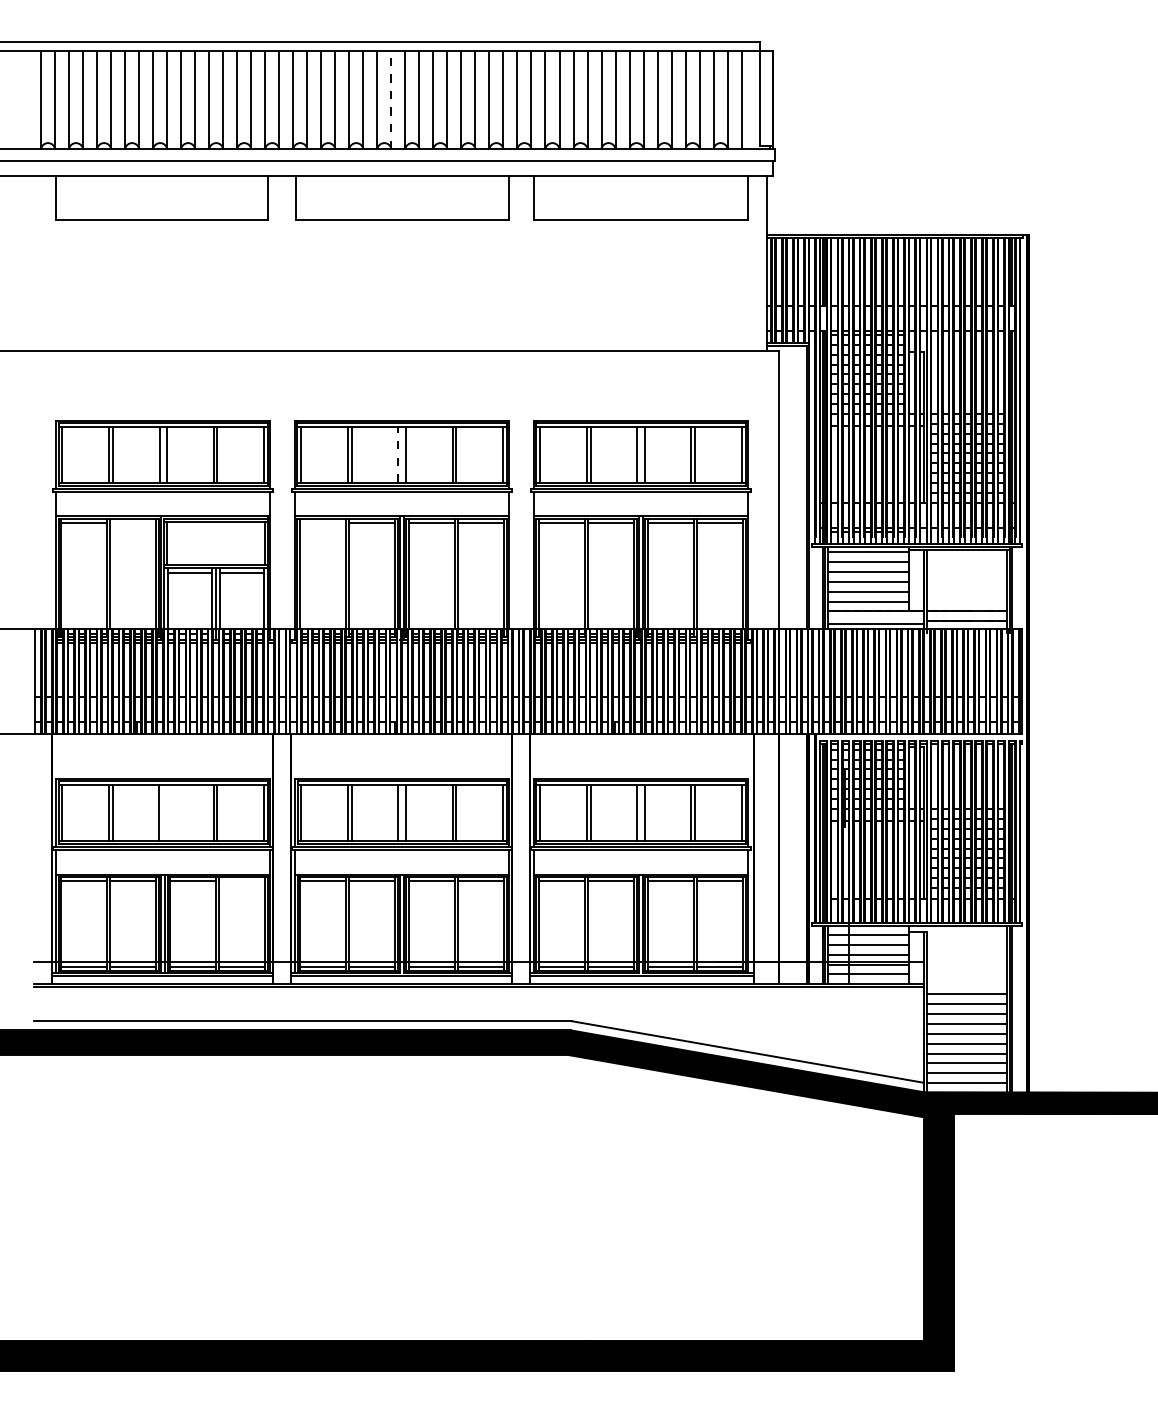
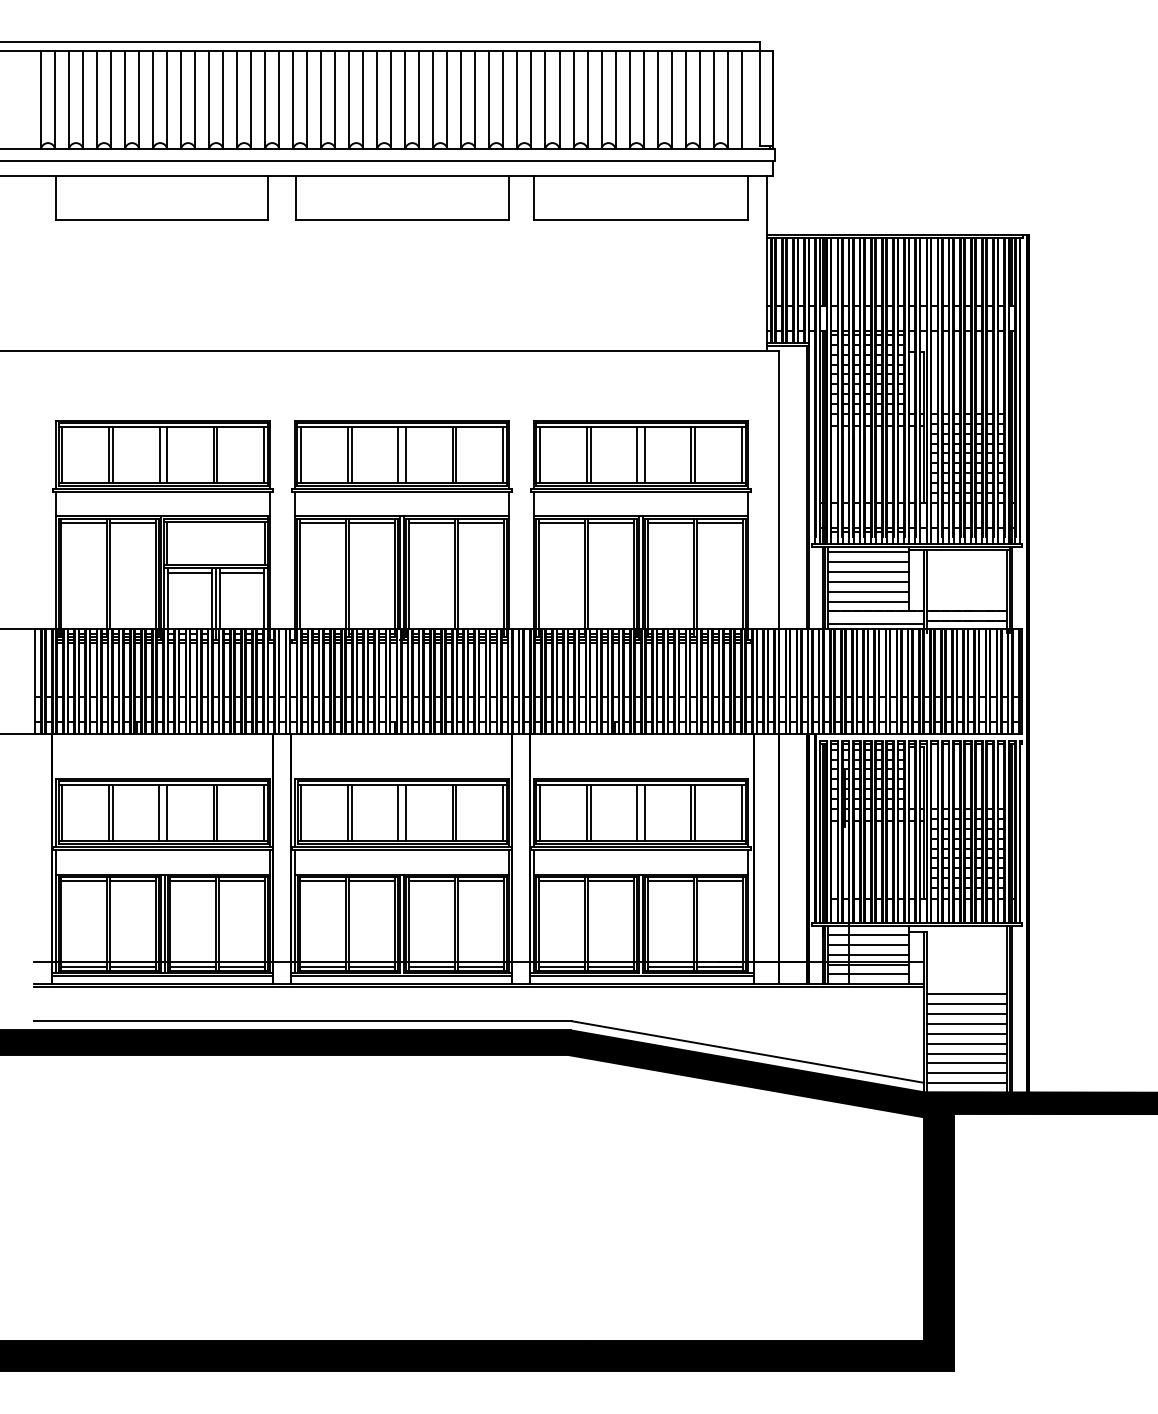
line at (391, 99): dashed -> solid
line at (398, 454): dashed -> solid
line at (133, 522): none -> present
line at (322, 522): none -> present
line at (166, 812): none -> present
line at (242, 880): none -> present
